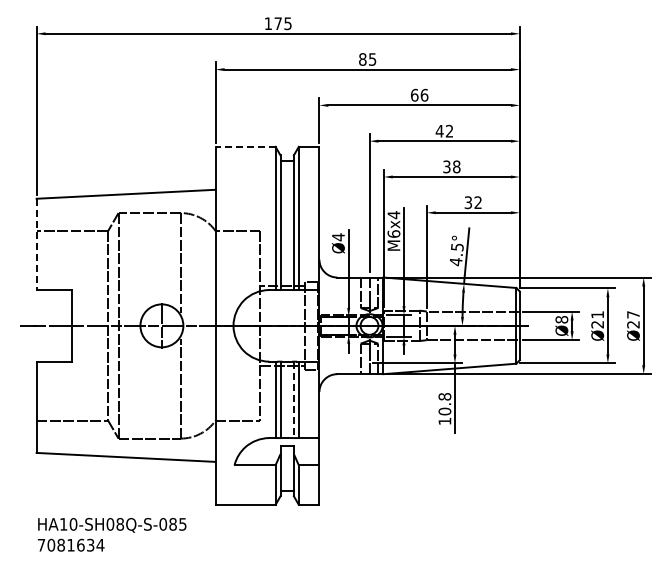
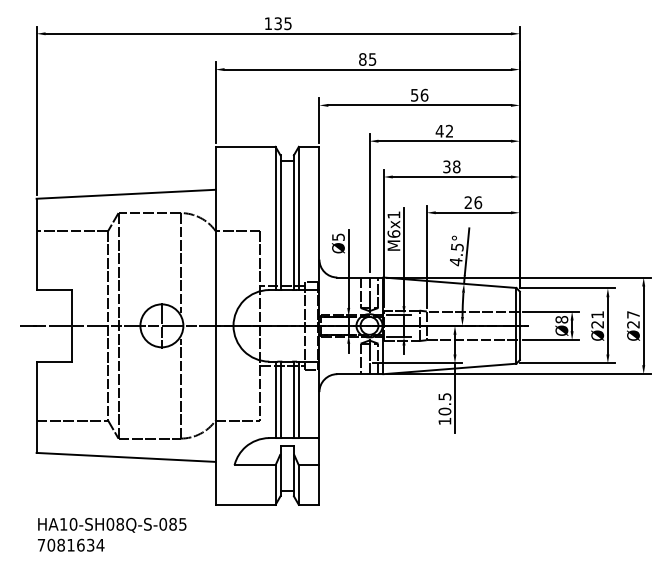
text at (277, 23): 175 -> 135
text at (414, 94): 66 -> 56
line at (245, 146): dashed -> solid
text at (473, 202): 32 -> 26
text at (393, 215): M6x4 -> M6x1
text at (338, 237): Ø4 -> Ø5
line at (36, 244): dashed -> solid
text at (444, 396): 10.8 -> 10.5
line at (293, 400): dashed -> solid
